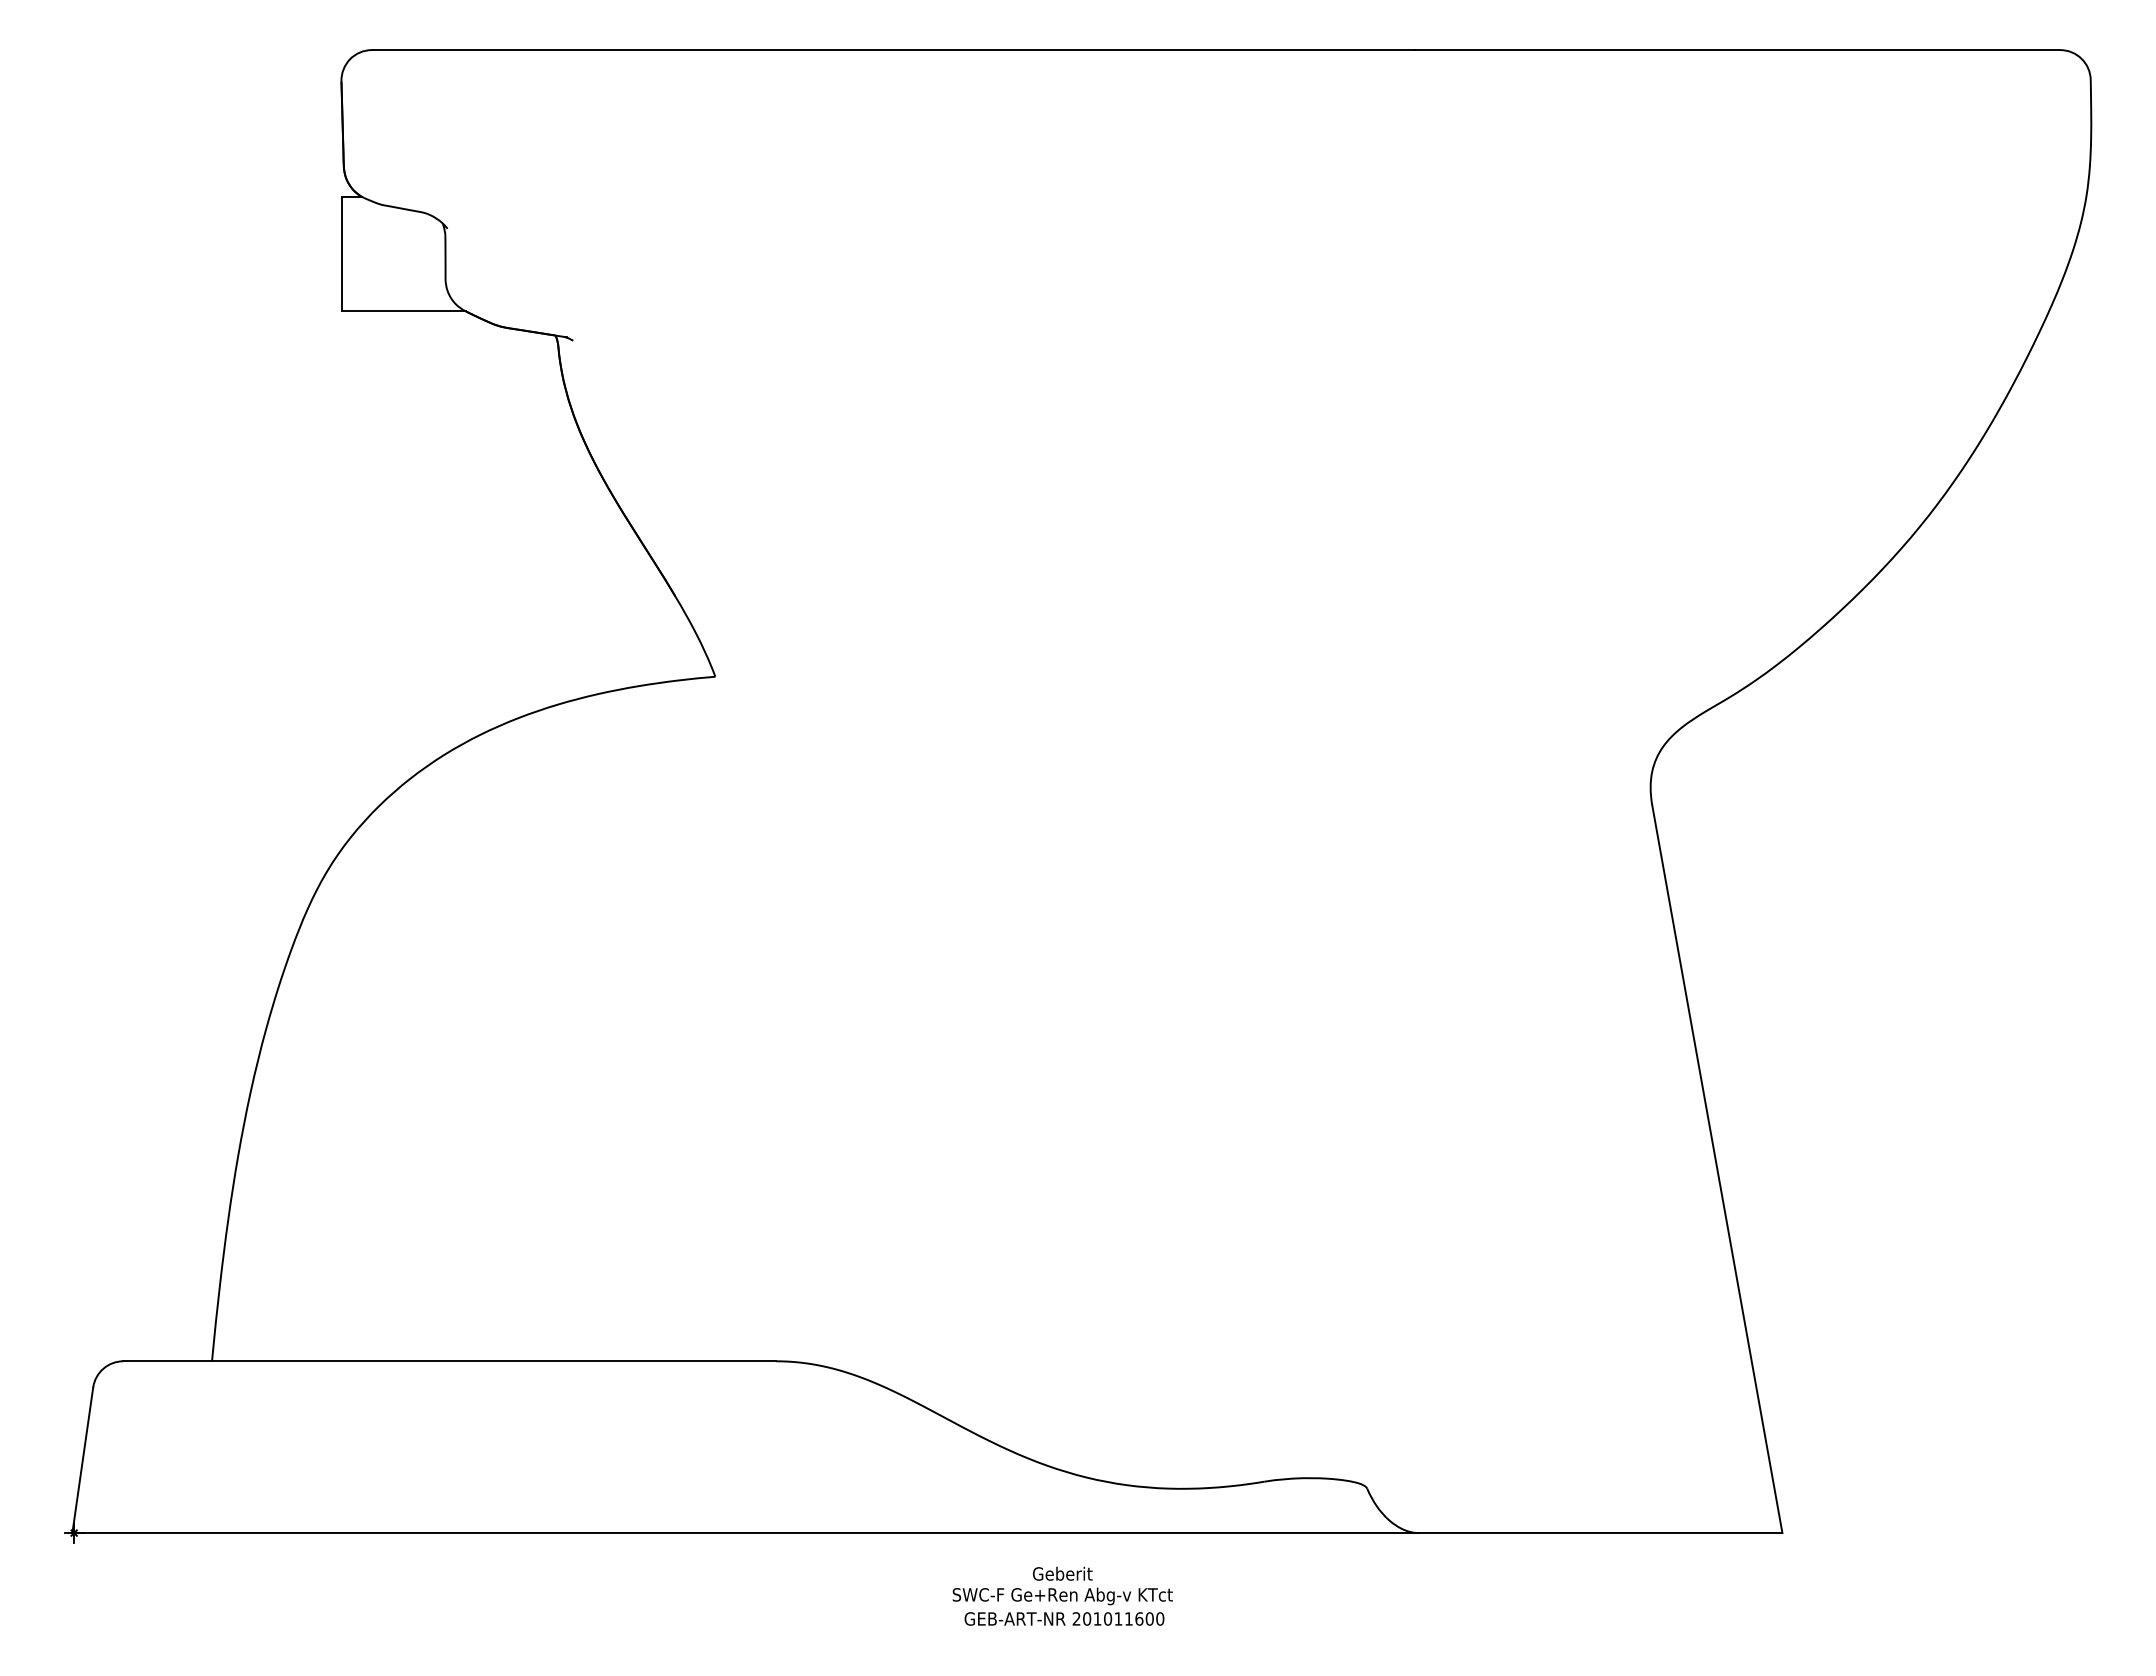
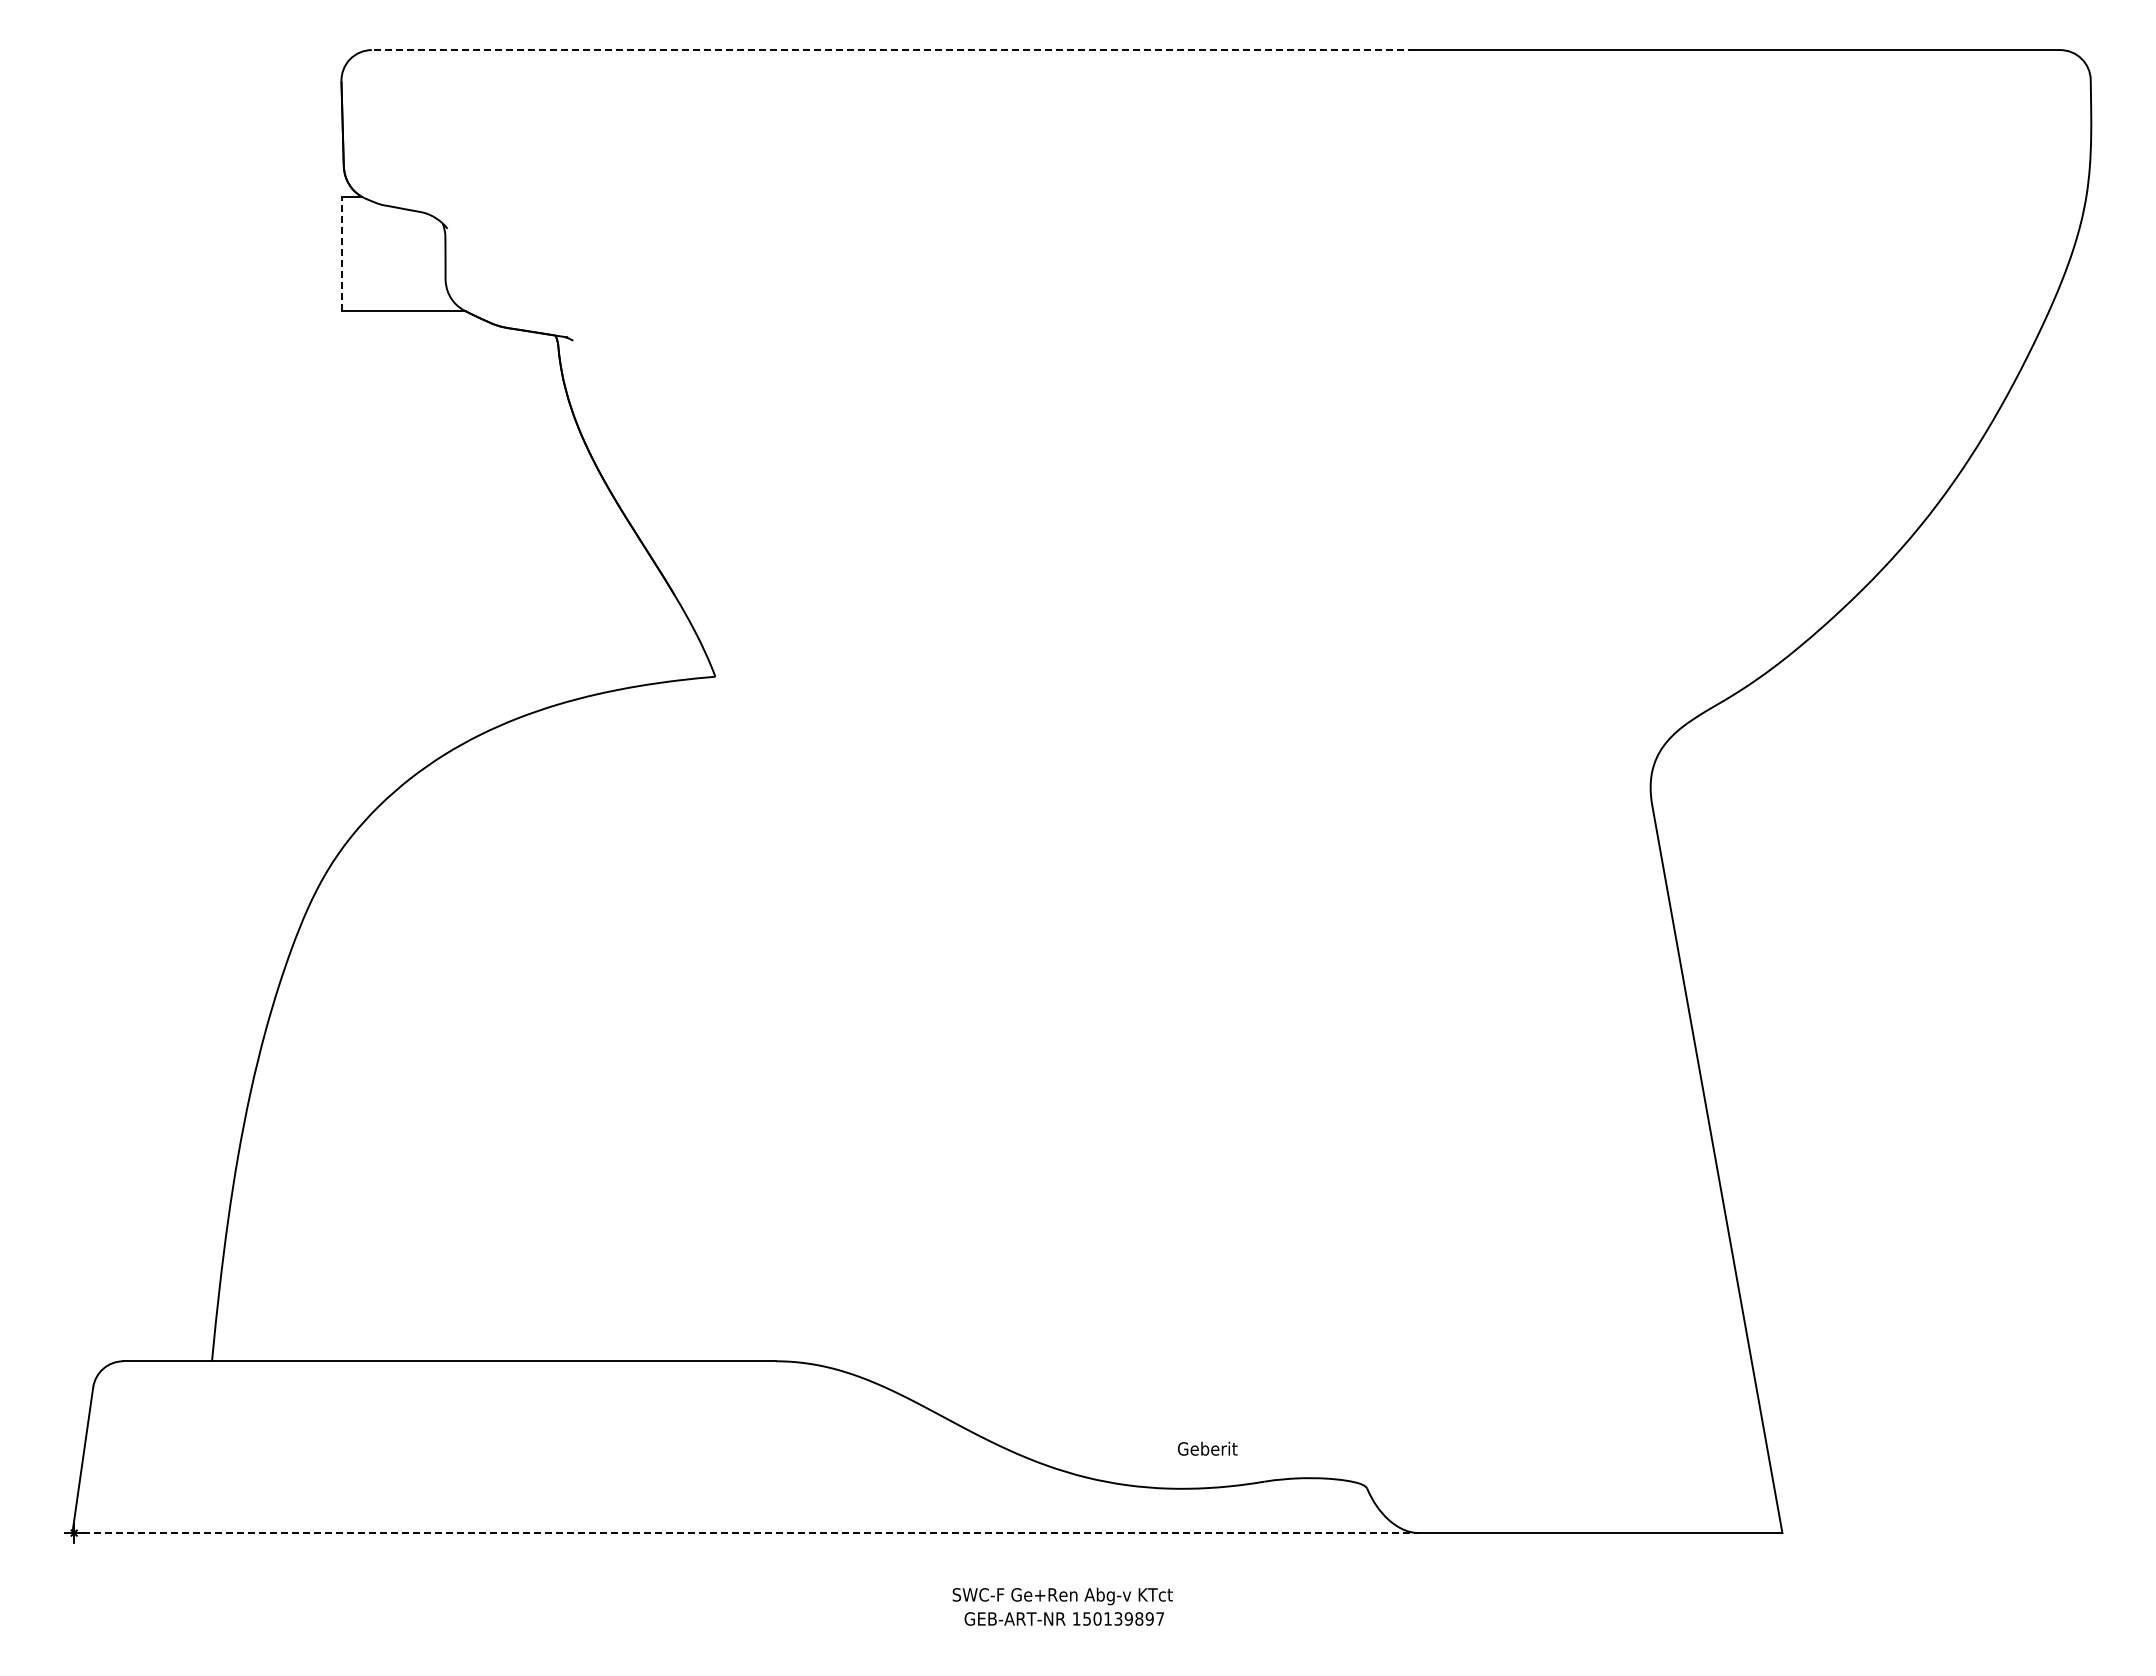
line at (893, 50): solid -> dashed
line at (341, 253): solid -> dashed
line at (746, 1533): solid -> dashed
text at (1062, 1573) position: (1062, 1573) -> (1207, 1448)
text at (1118, 1618): 201011600 -> 150139897
